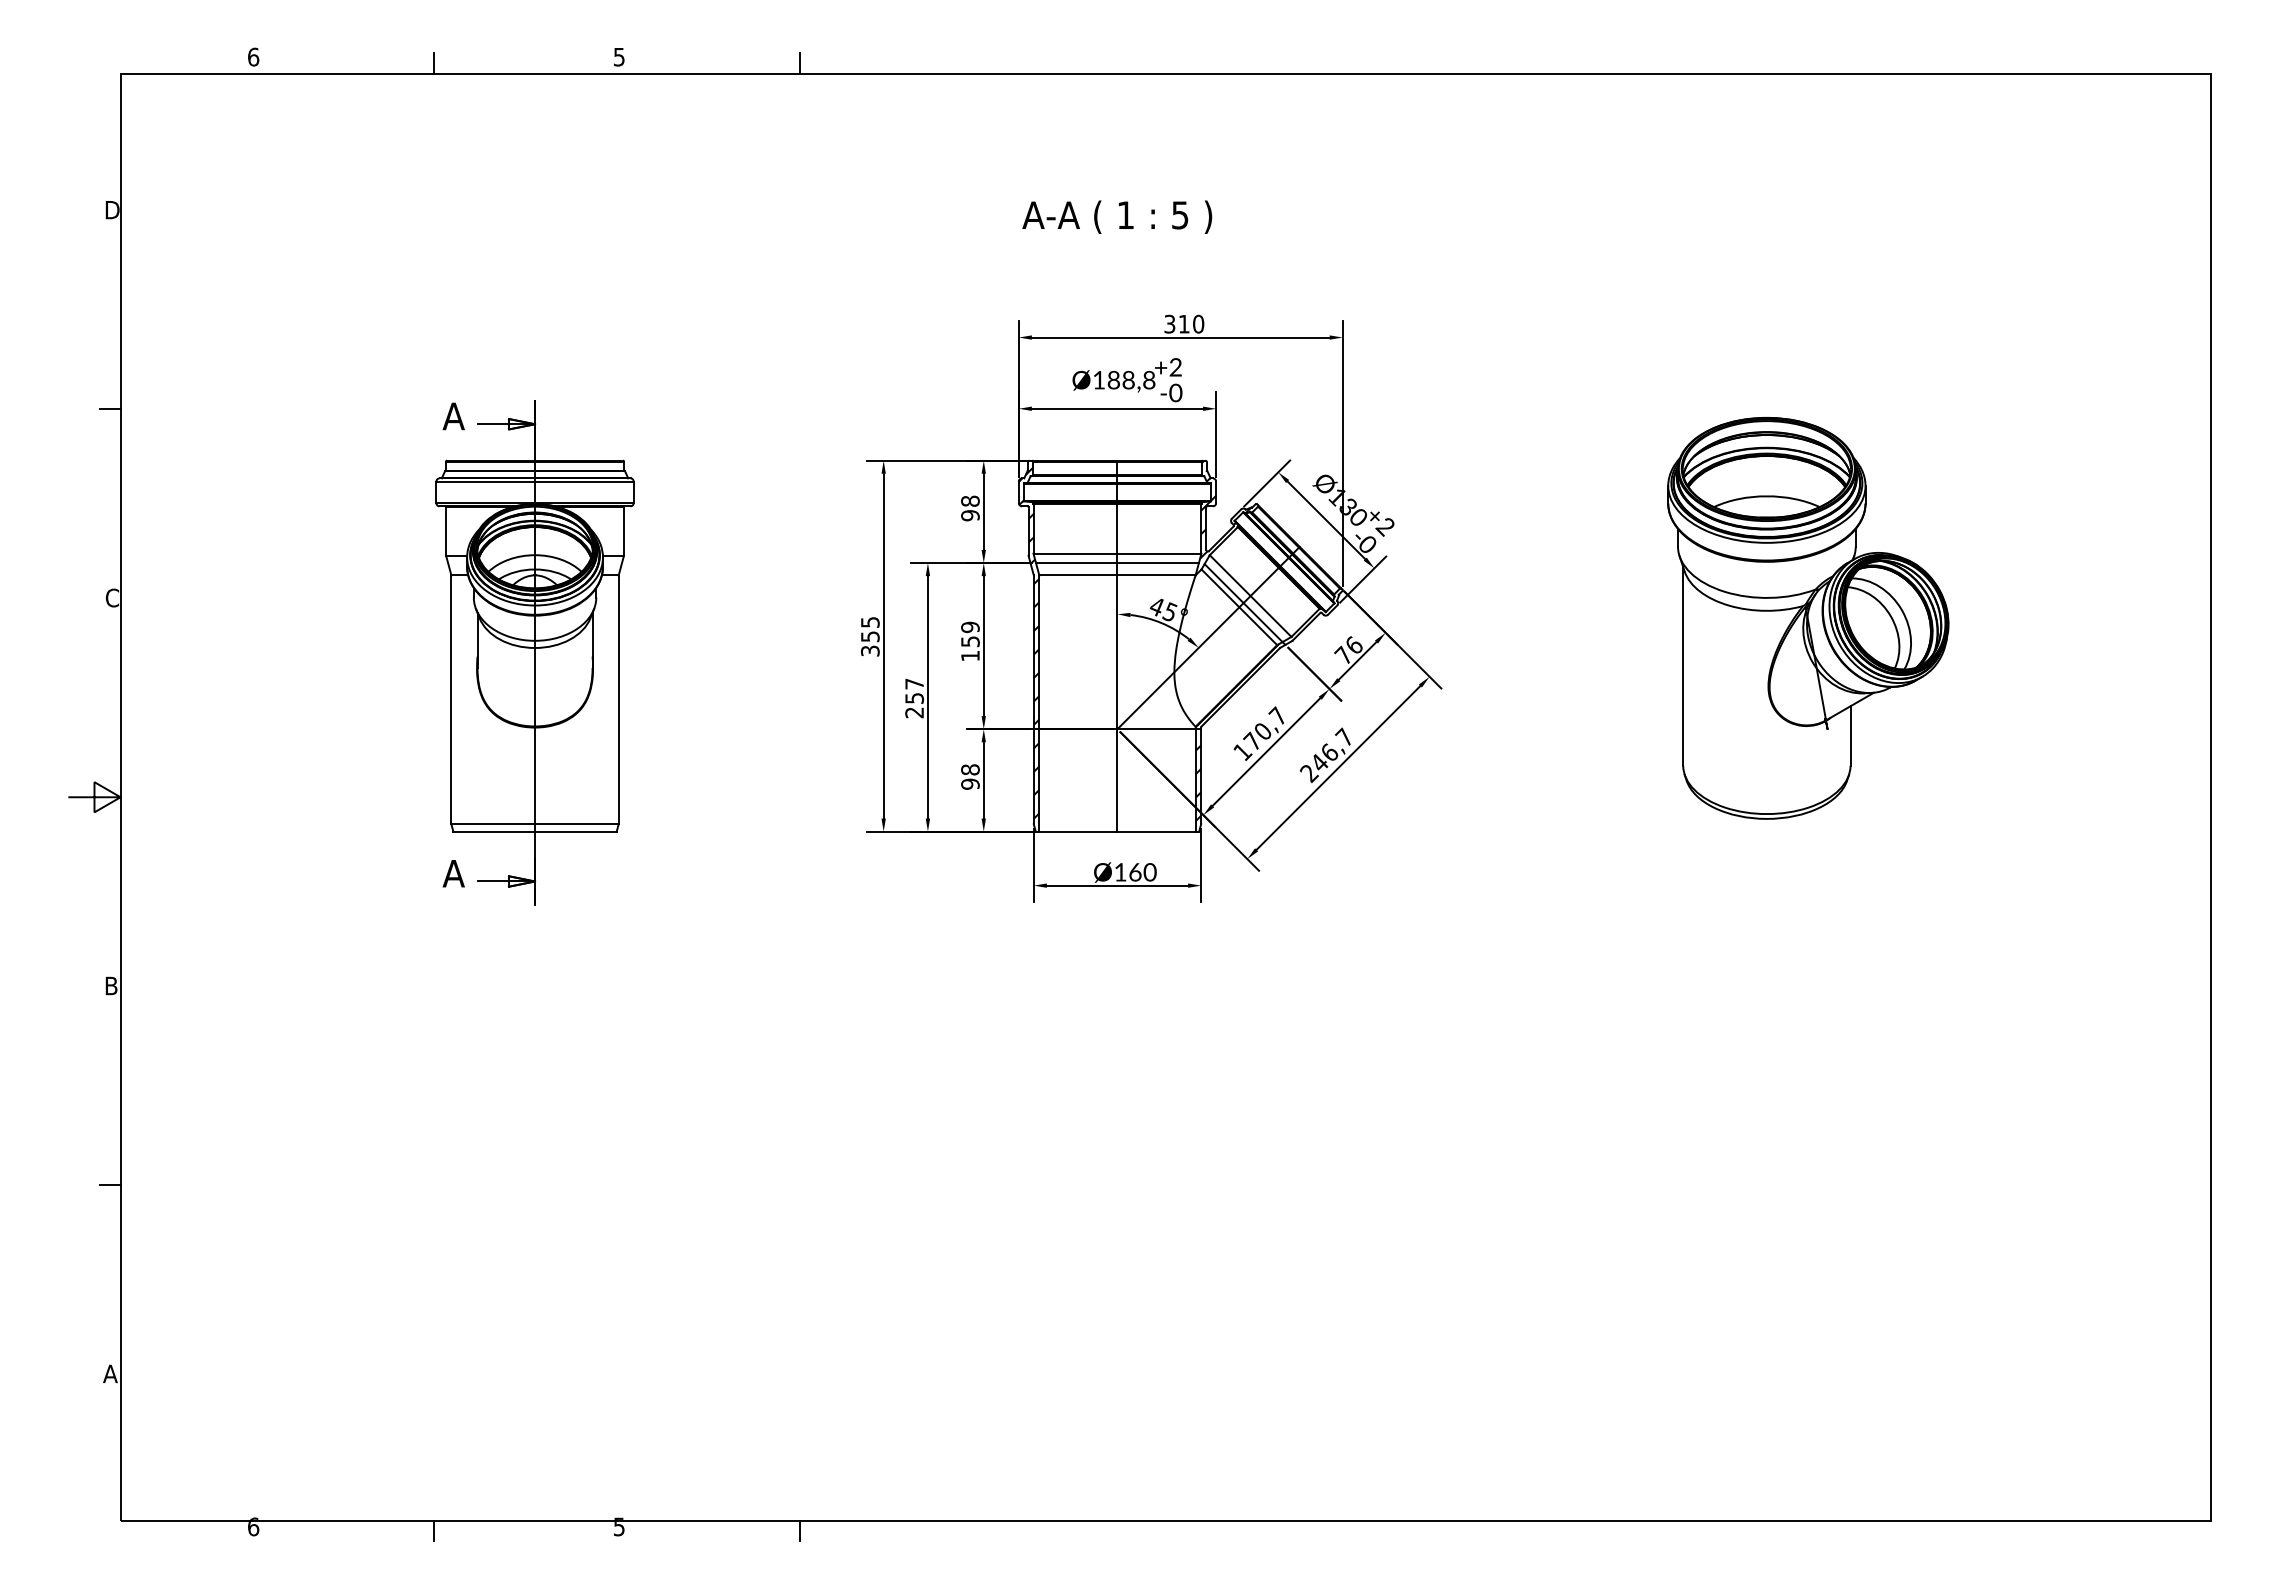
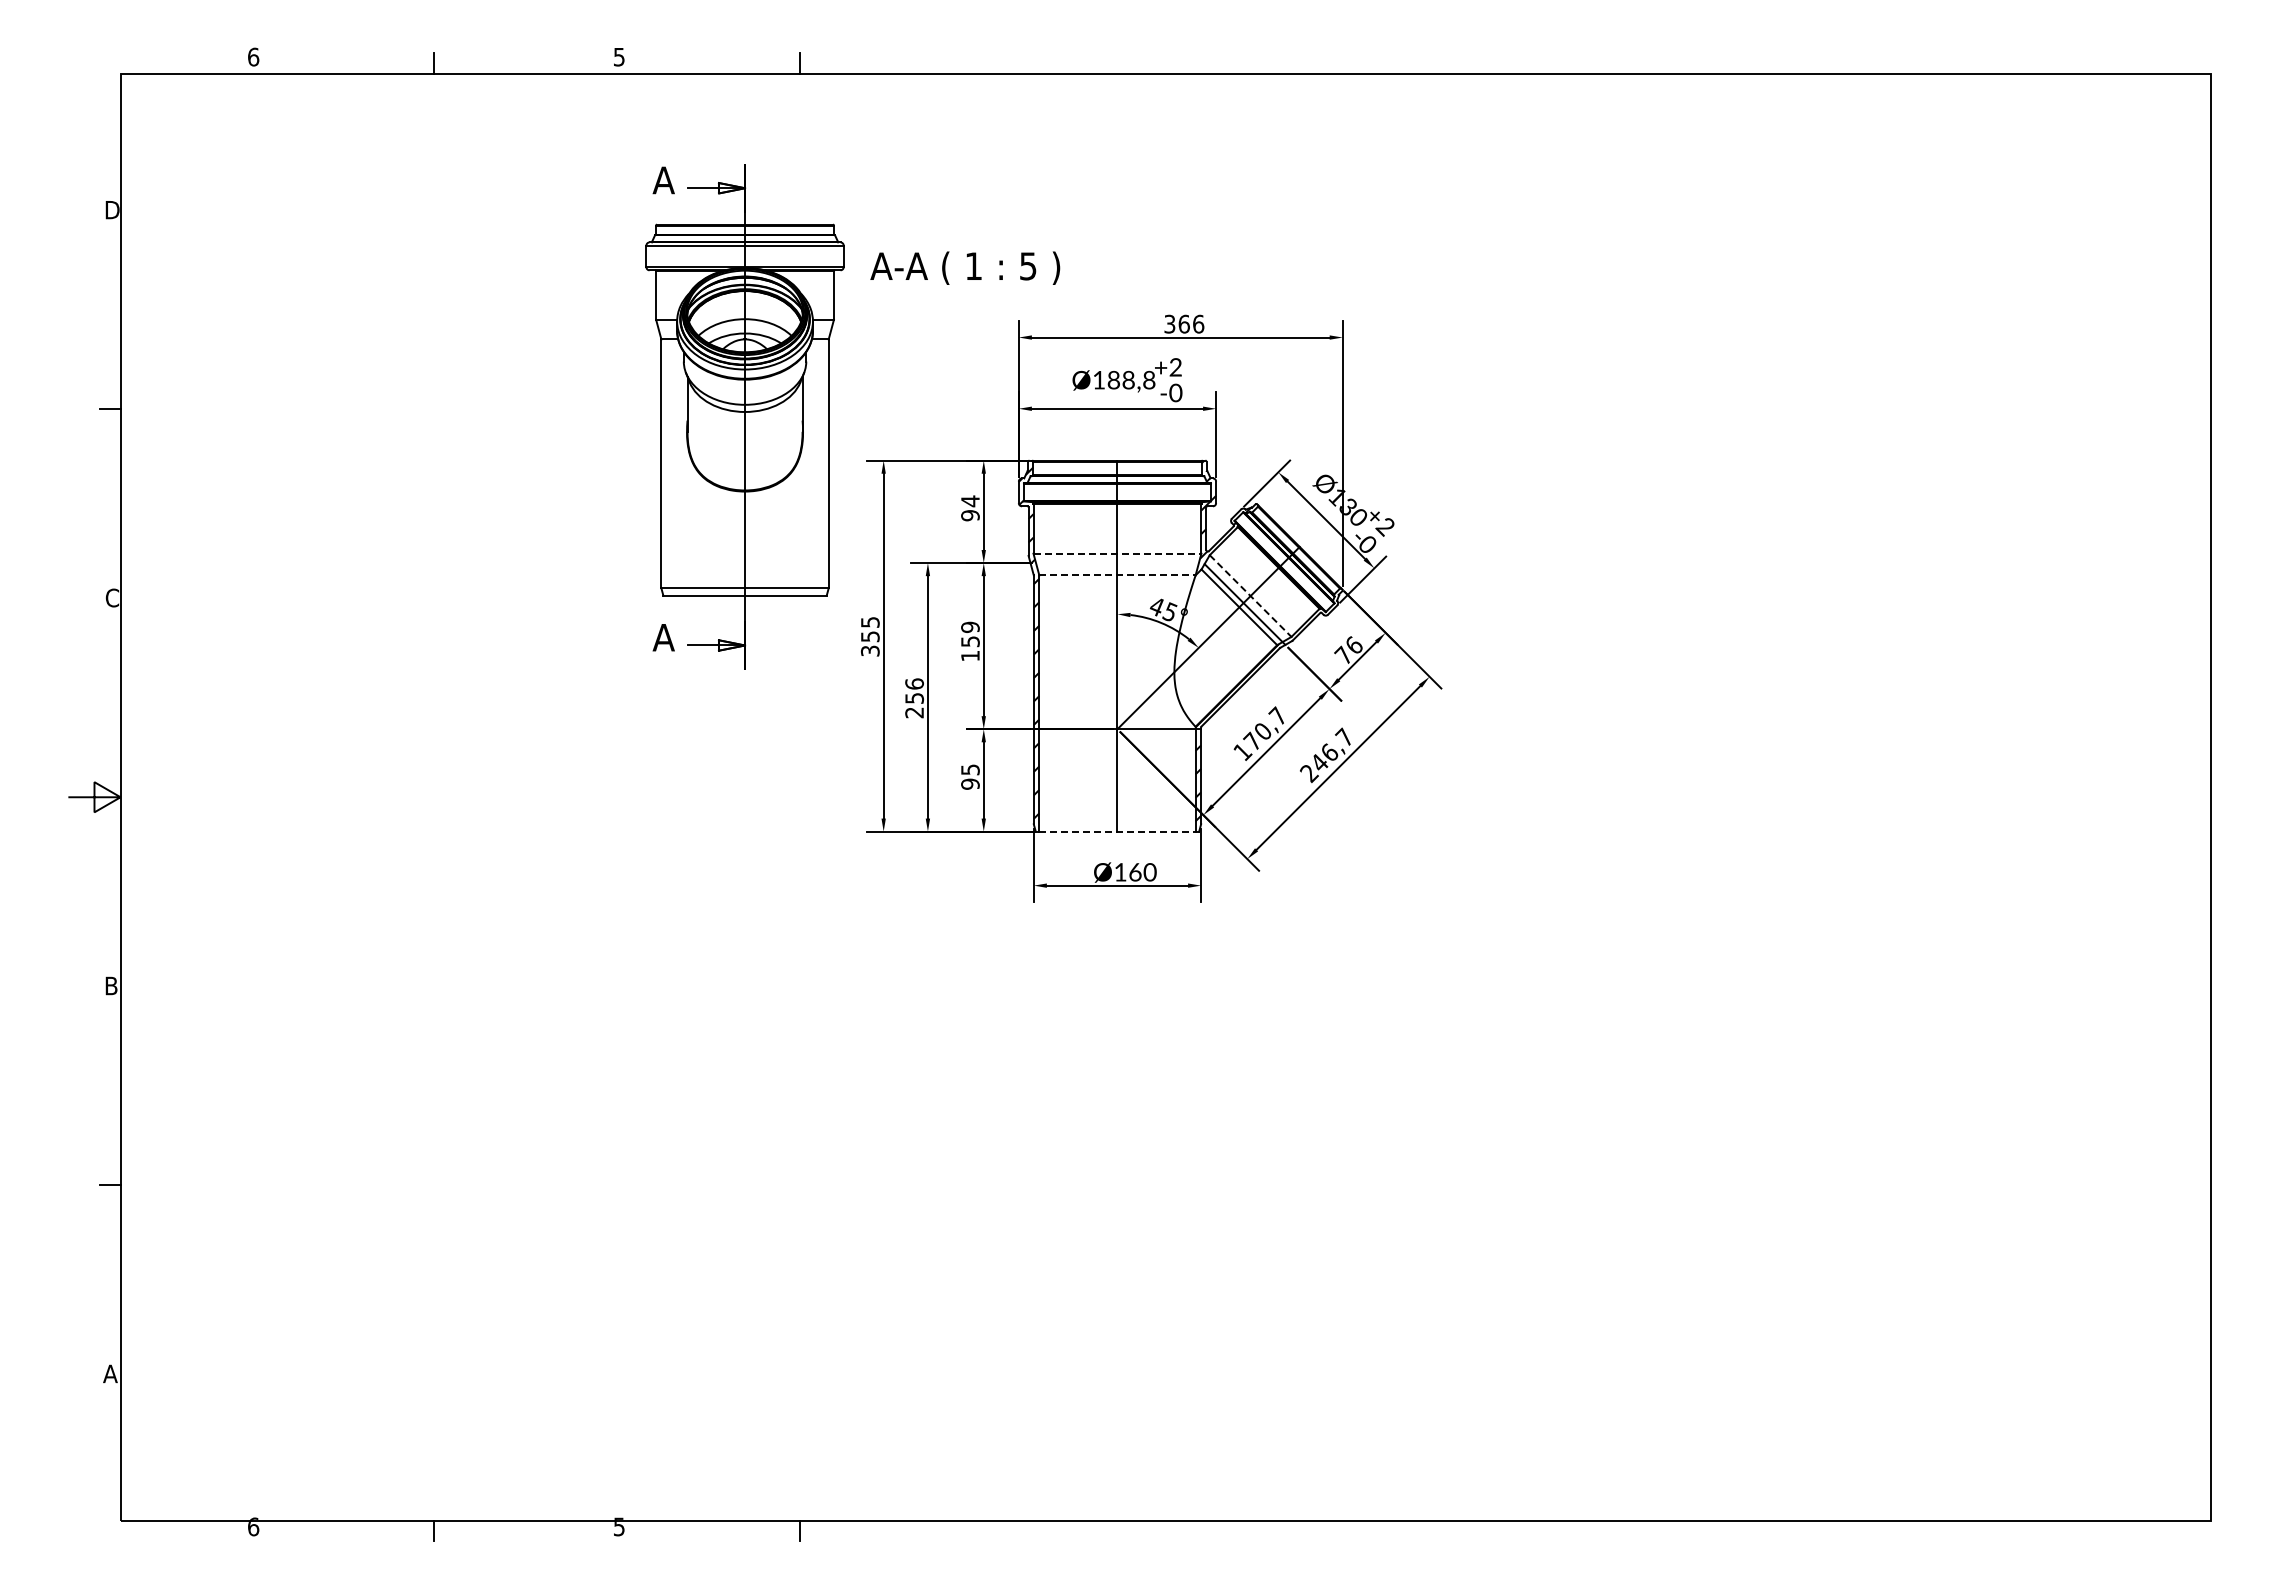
text at (1117, 216) position: (1117, 216) -> (965, 267)
text at (1191, 323): 310 -> 366
text at (970, 501): 98 -> 94
line at (1117, 553): solid -> dashed
line at (1117, 563): present -> none
line at (1117, 575): solid -> dashed
line at (1250, 596): solid -> dashed
part at (1808, 618): present -> none
part at (534, 652) position: (534, 652) -> (744, 416)
text at (914, 683): 257 -> 256
text at (970, 769): 98 -> 95
line at (1117, 831): solid -> dashed
